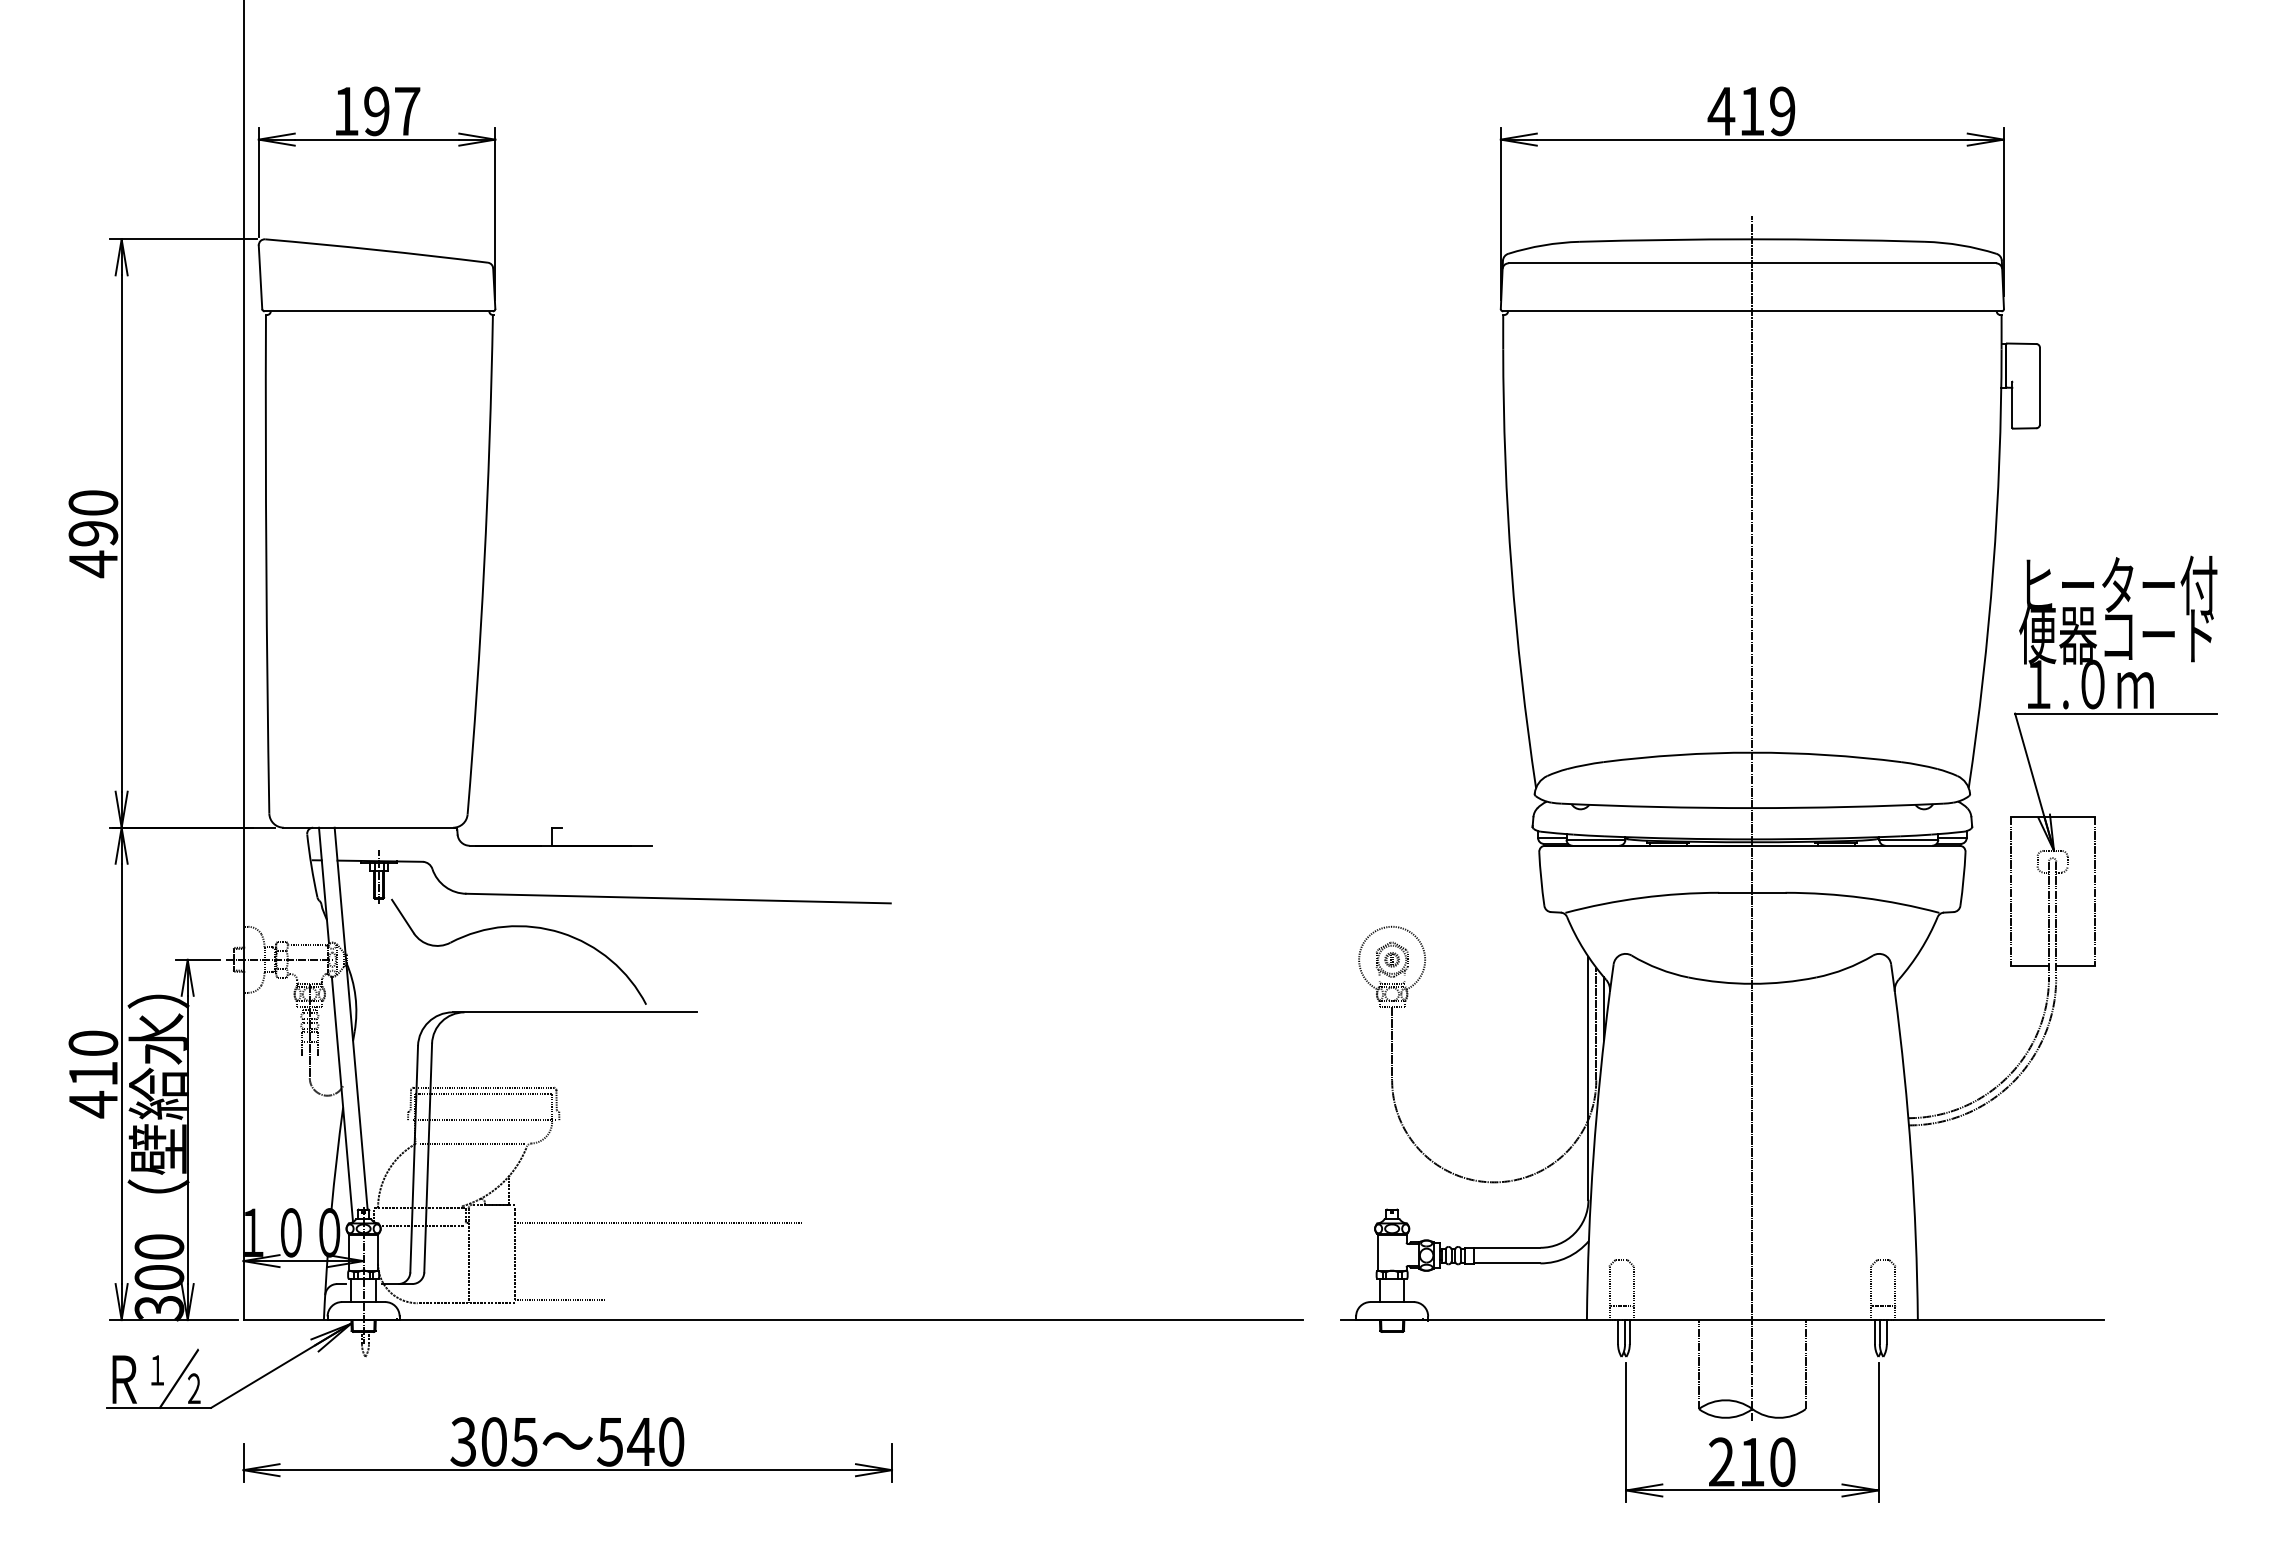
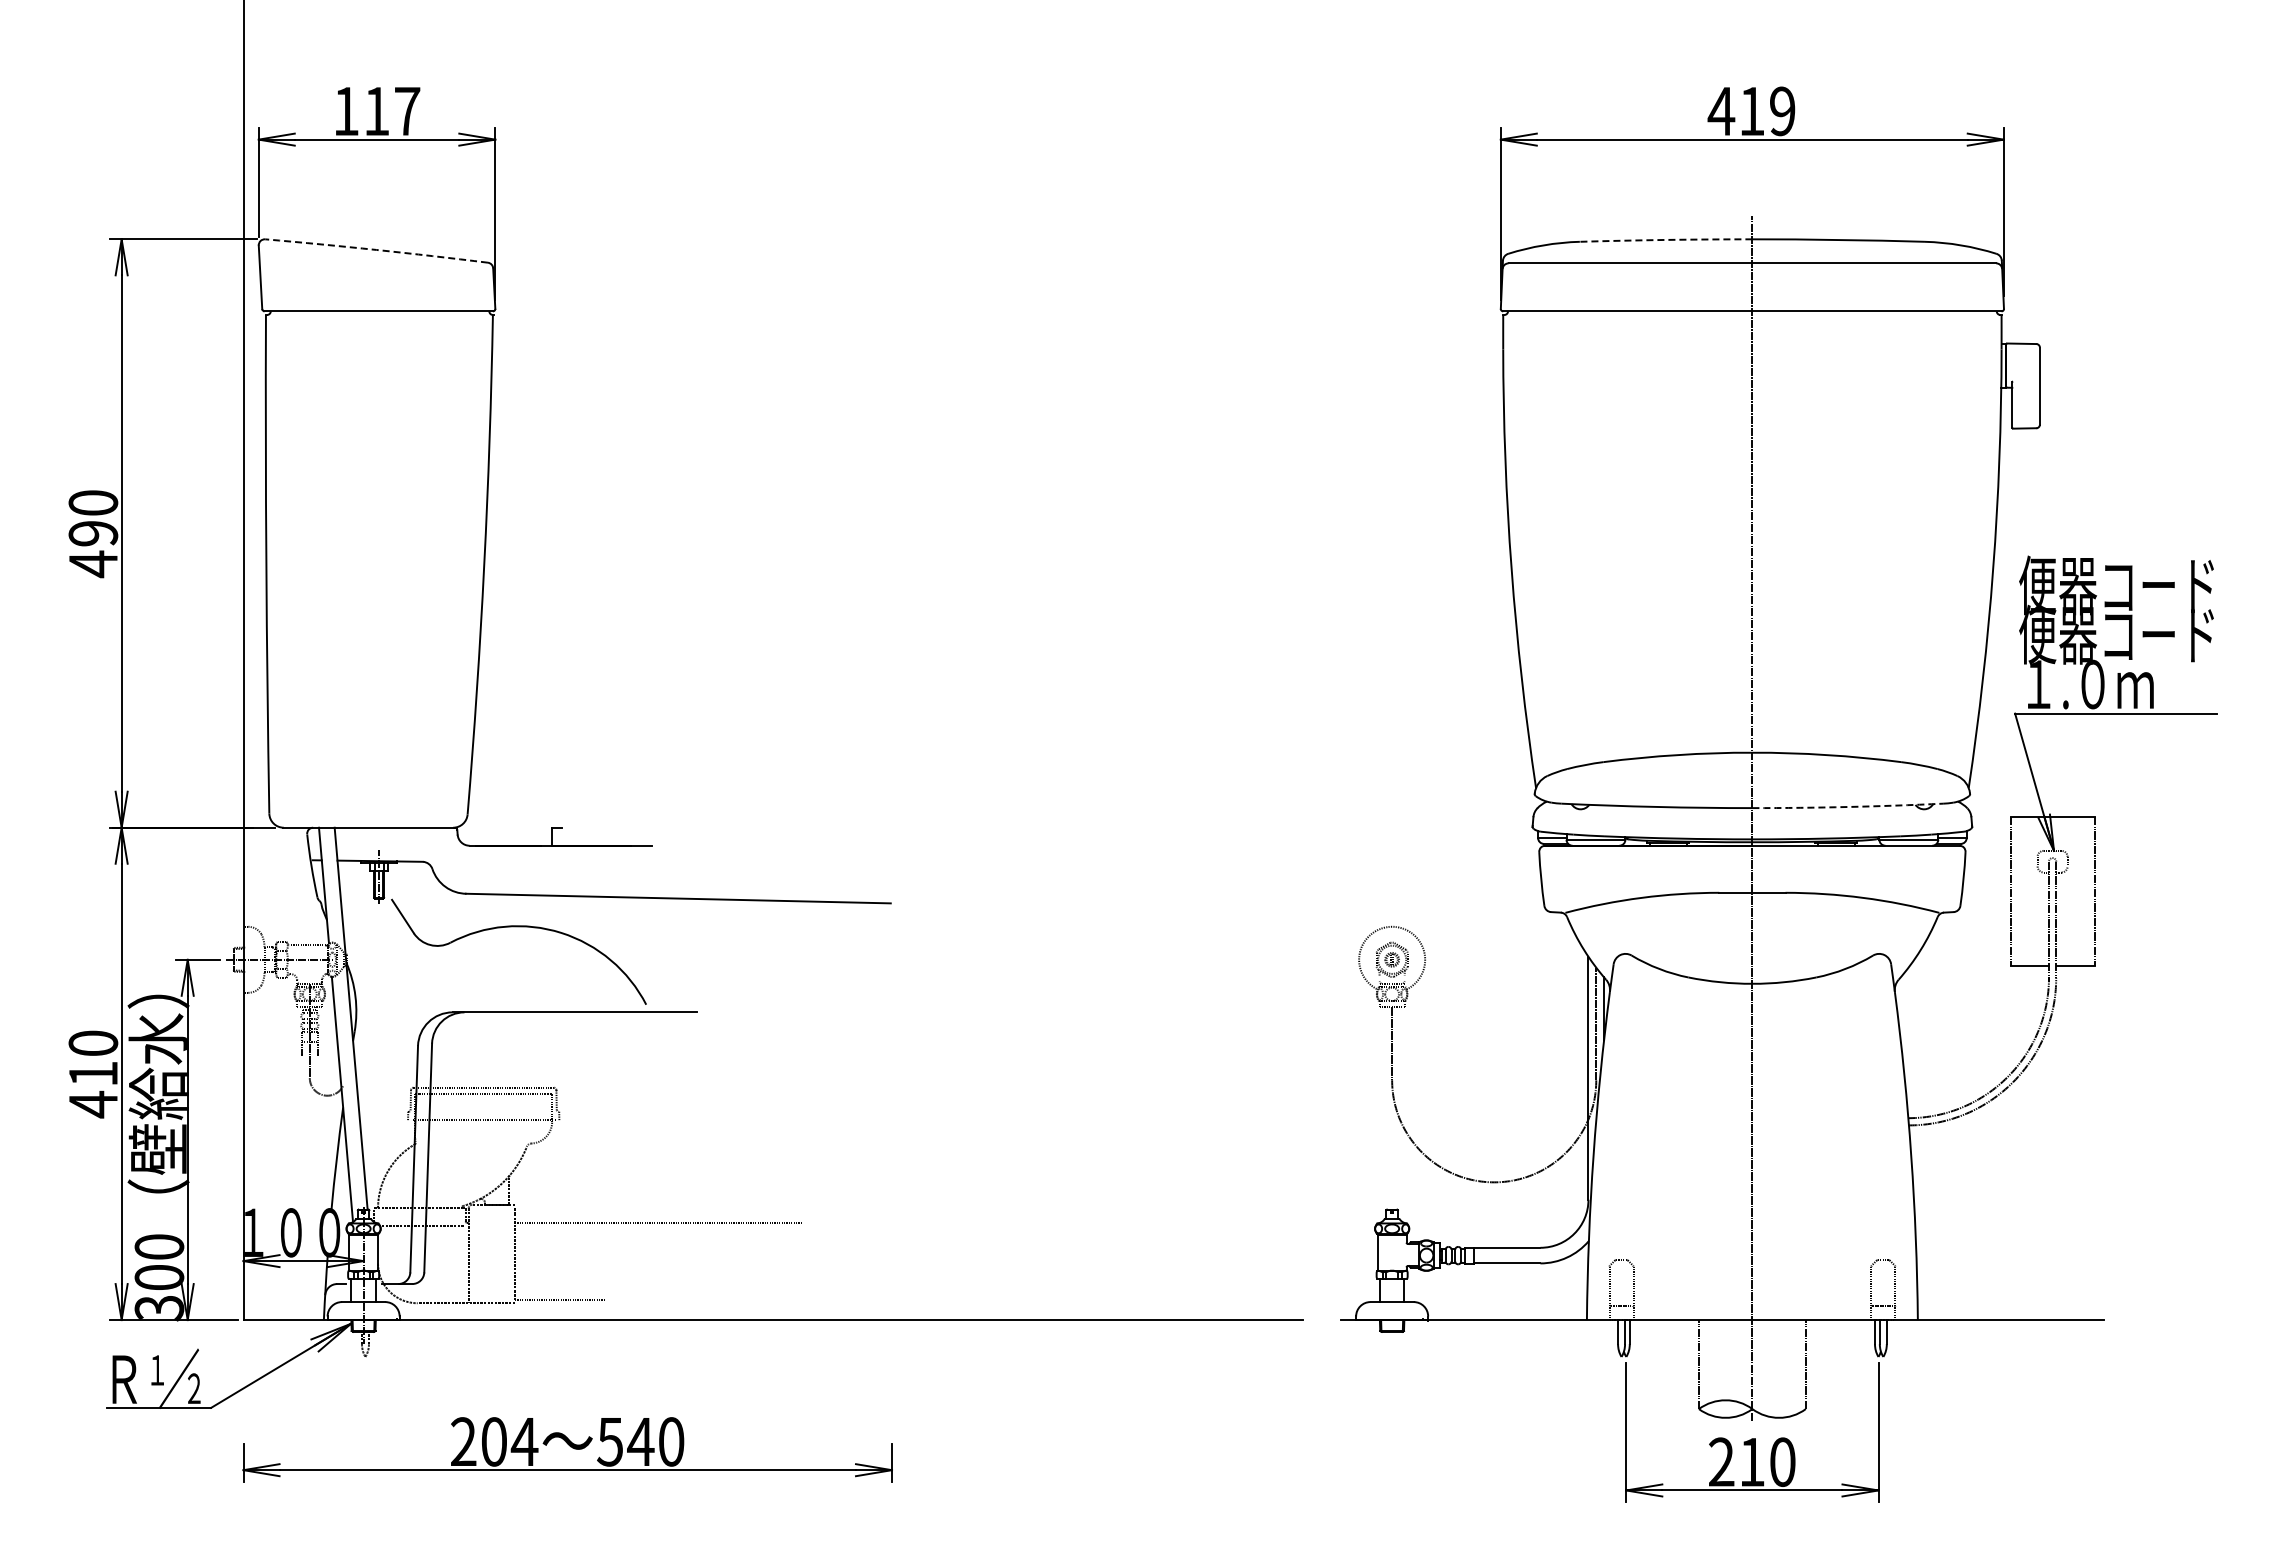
text at (376, 111): 197 -> 117
arc at (1666, 239): solid -> dashed
arc at (376, 249): solid -> dashed
text at (2118, 585): ヒーター付 -> 便器コード
arc at (1847, 807): solid -> dashed
line at (471, 1143): present -> none
text at (494, 1441): 305 -> 204
